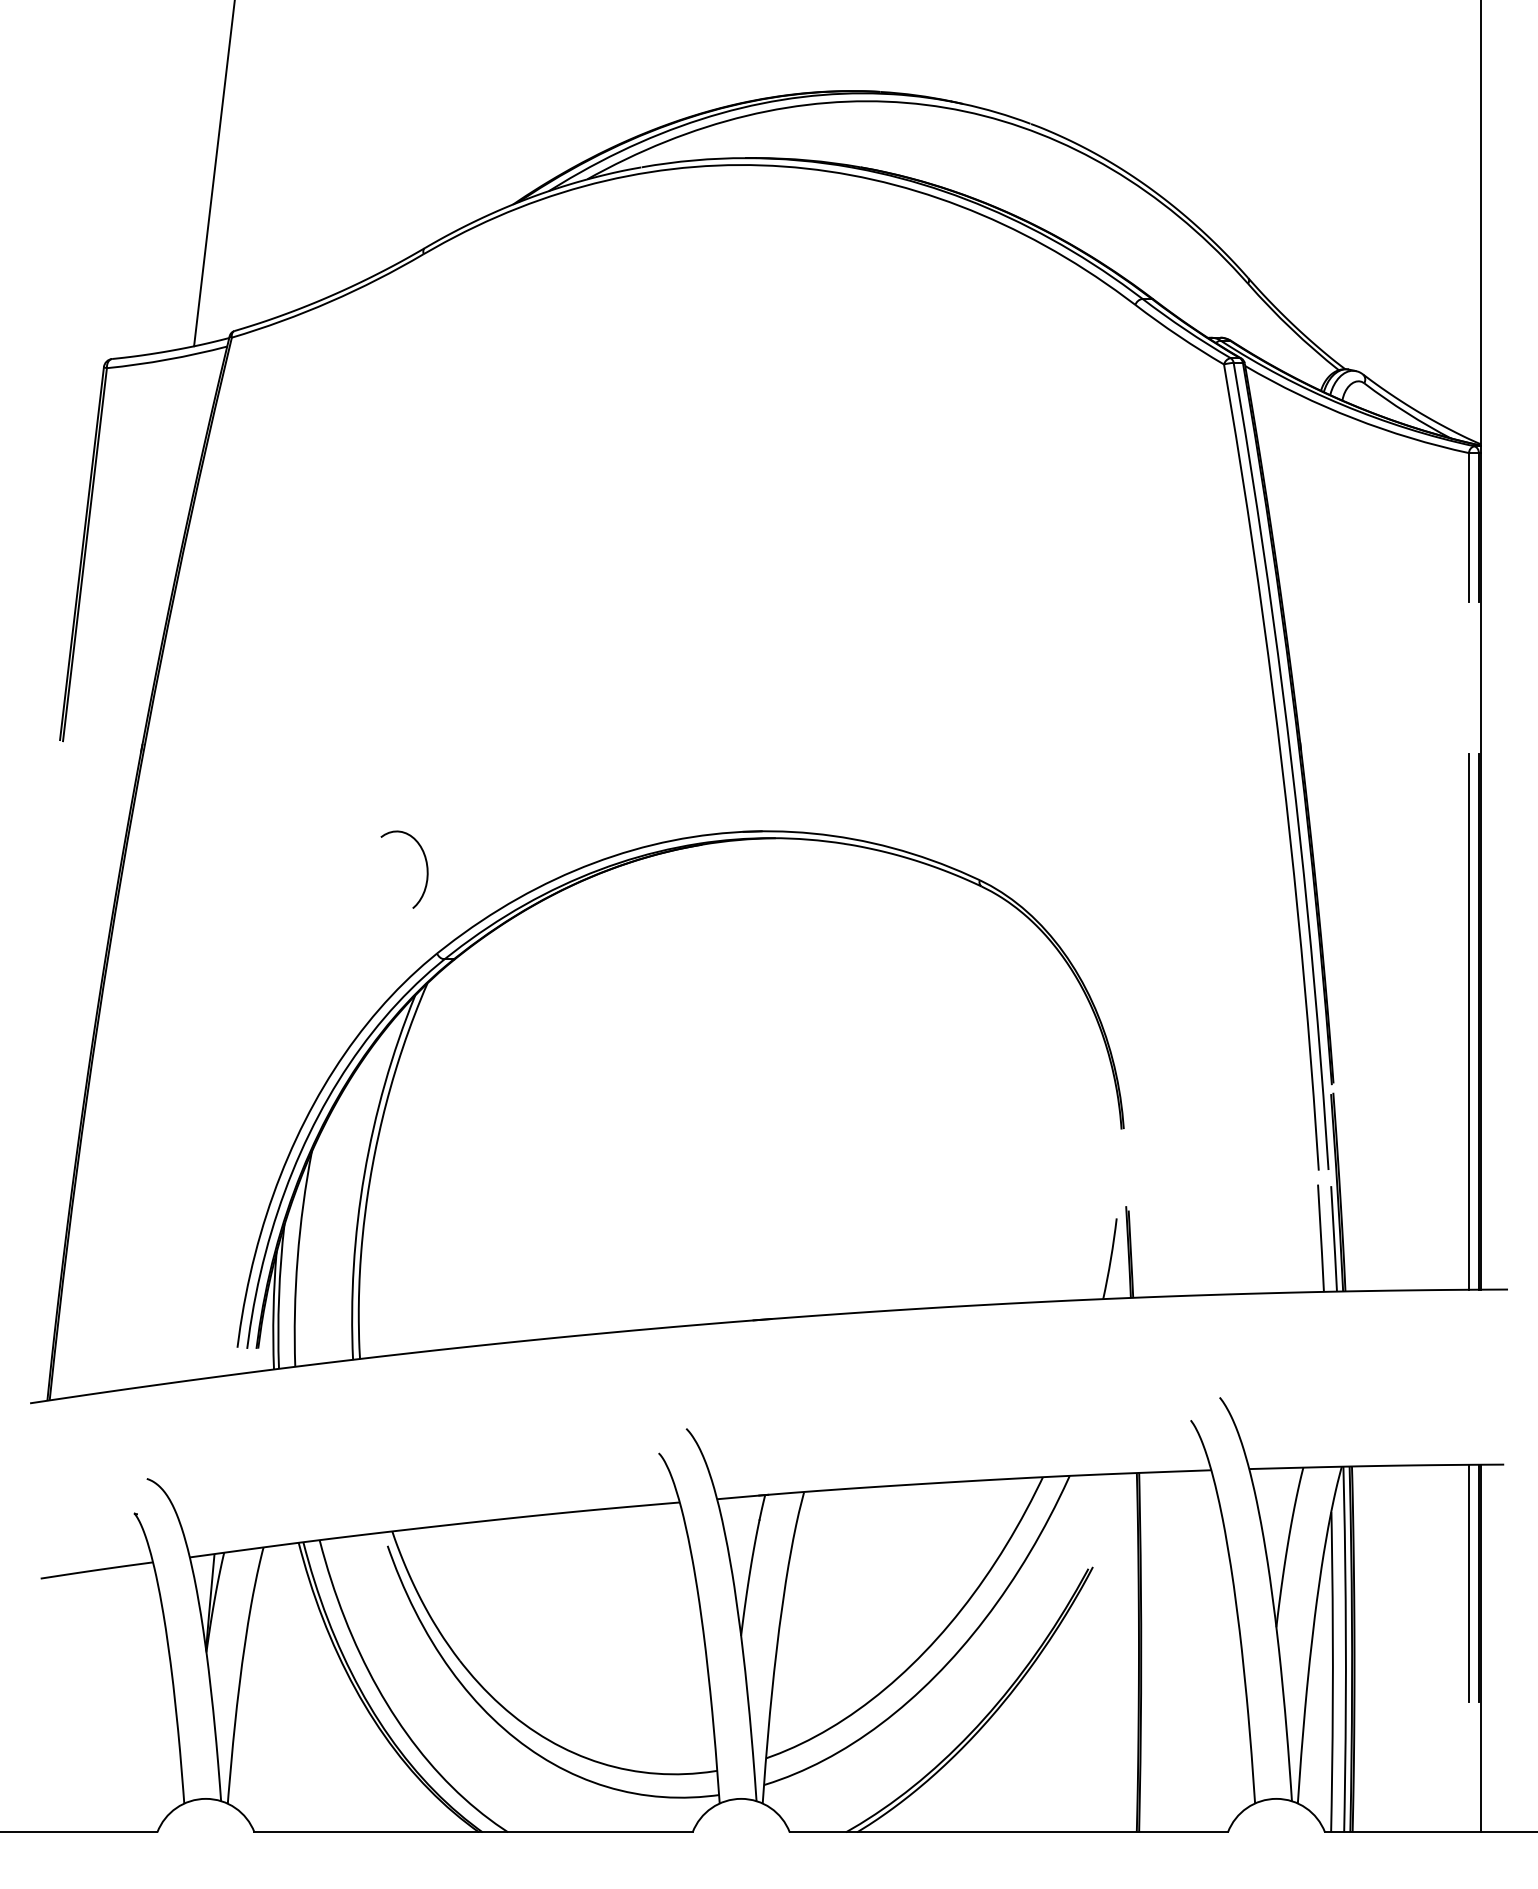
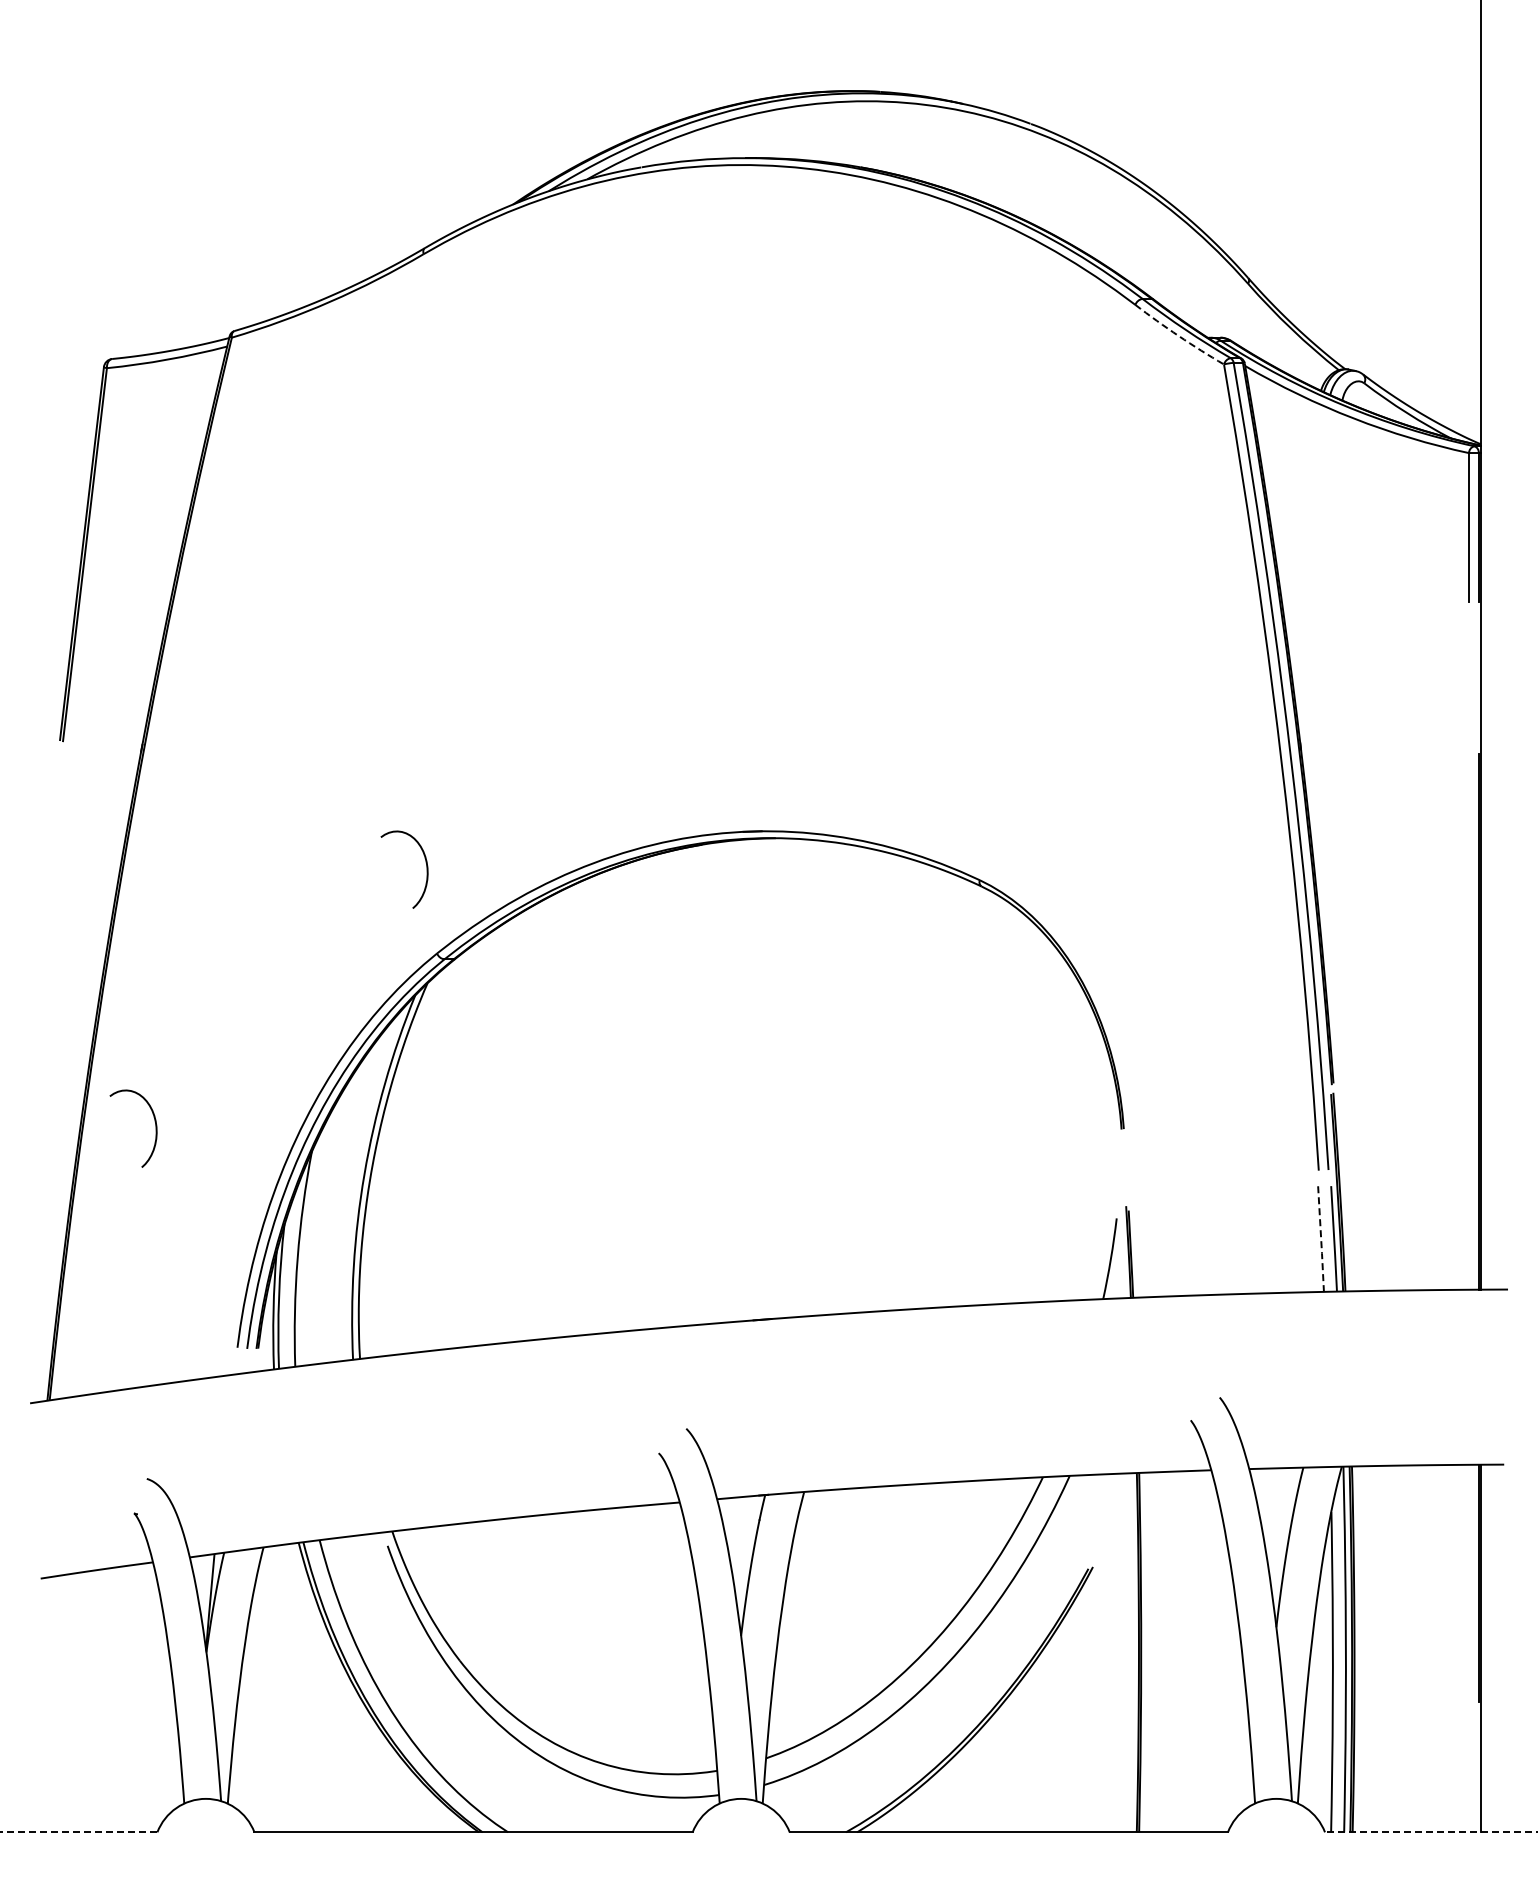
line at (214, 174): present -> none
arc at (1178, 336): solid -> dashed
line at (1469, 1022): present -> none
curve at (155, 1128): none -> present
line at (1321, 1238): solid -> dashed
line at (1469, 1583): present -> none
line at (78, 1832): solid -> dashed
line at (1430, 1832): solid -> dashed
